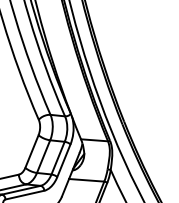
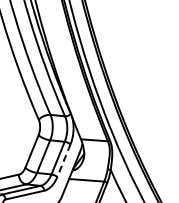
line at (63, 160): solid -> dashed
